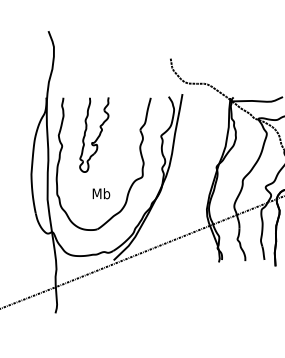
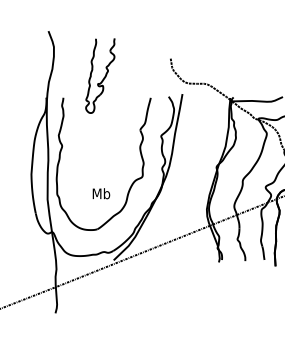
part at (94, 134) position: (94, 134) -> (100, 75)
